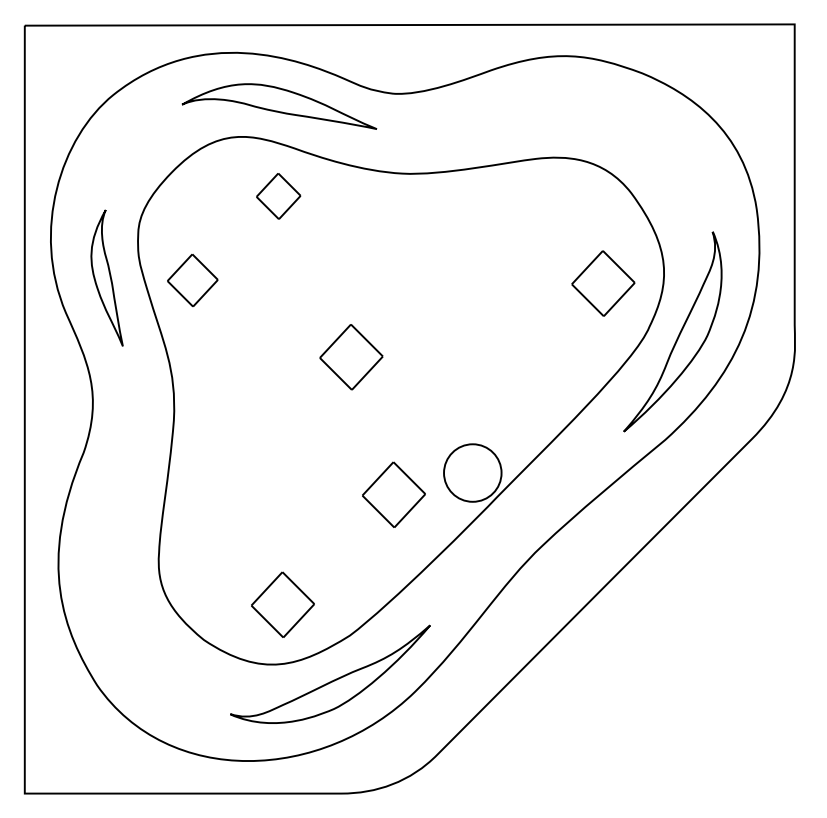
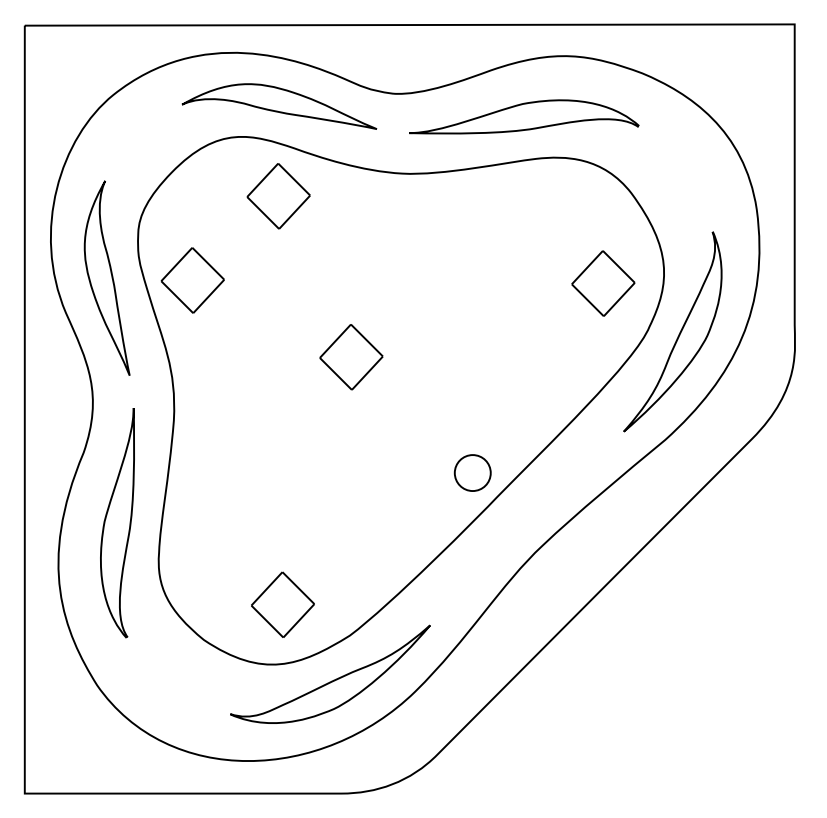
curve at (521, 105): none -> present
part at (278, 196) size: 46x47 px -> 65x67 px
part at (106, 277) size: 34x138 px -> 48x196 px
part at (192, 280) size: 52x53 px -> 65x67 px
circle at (472, 472) diameter: 58 px -> 36 px
part at (393, 494): present -> none
curve at (106, 519): none -> present
